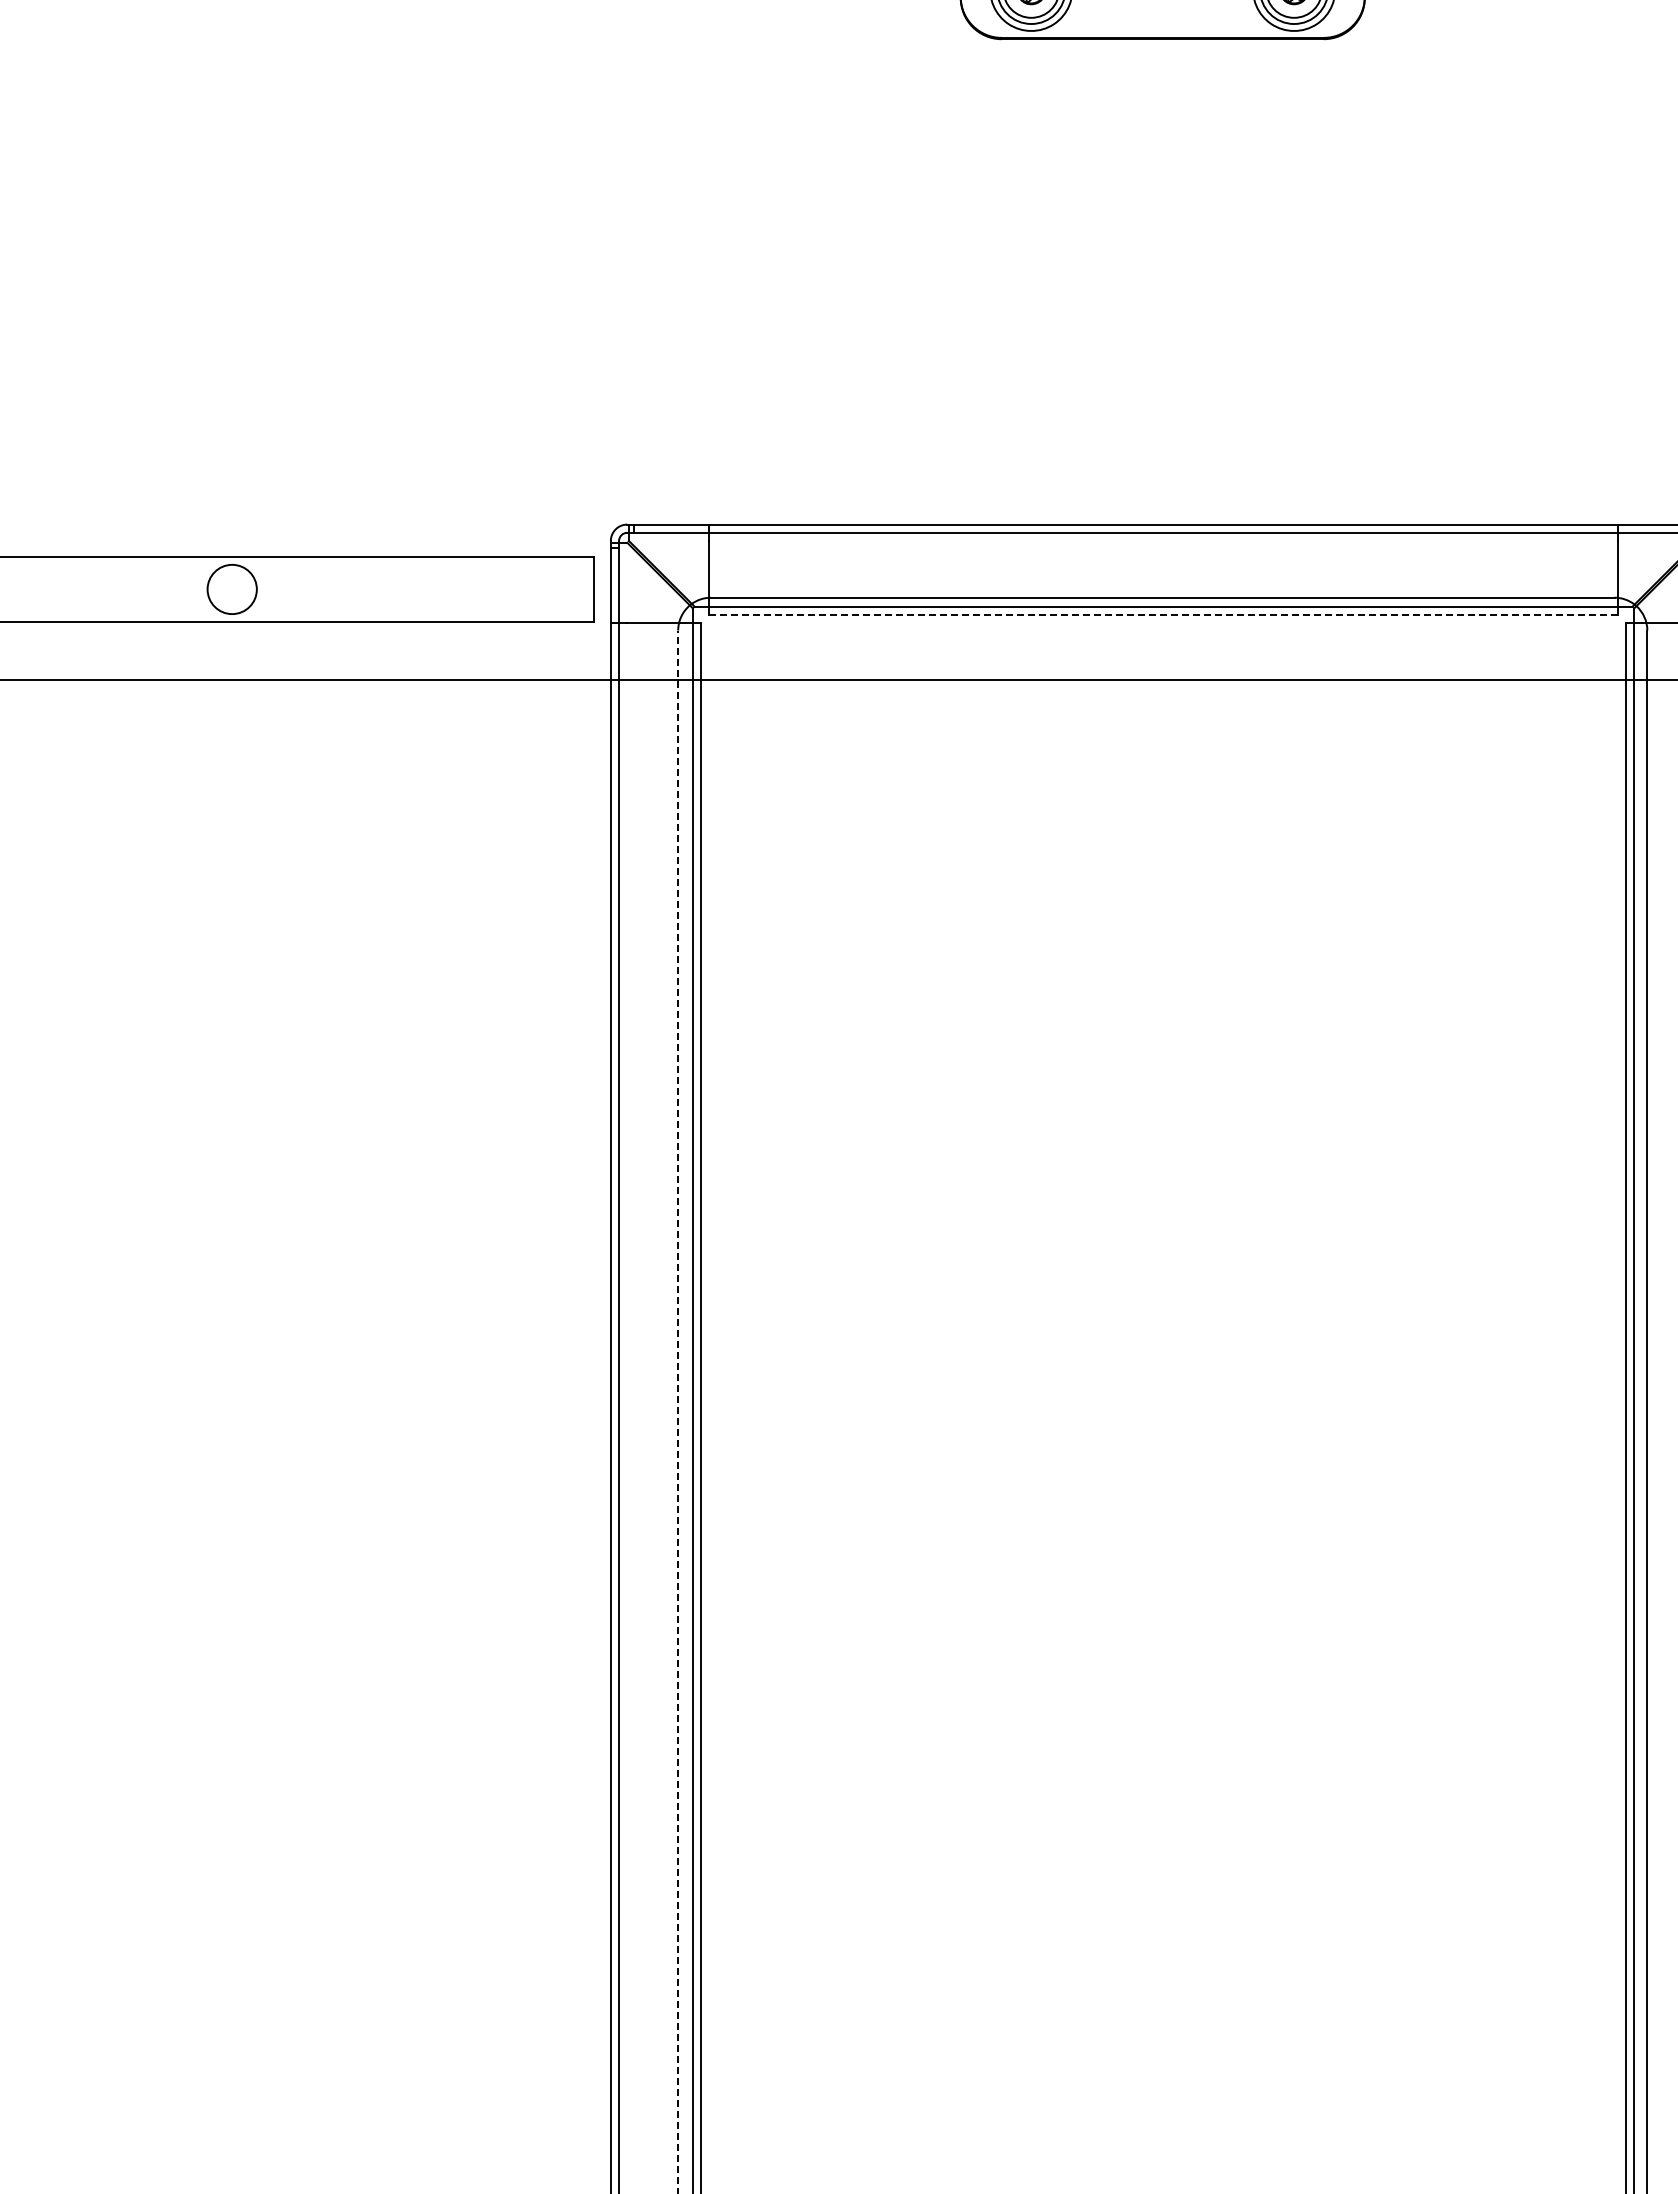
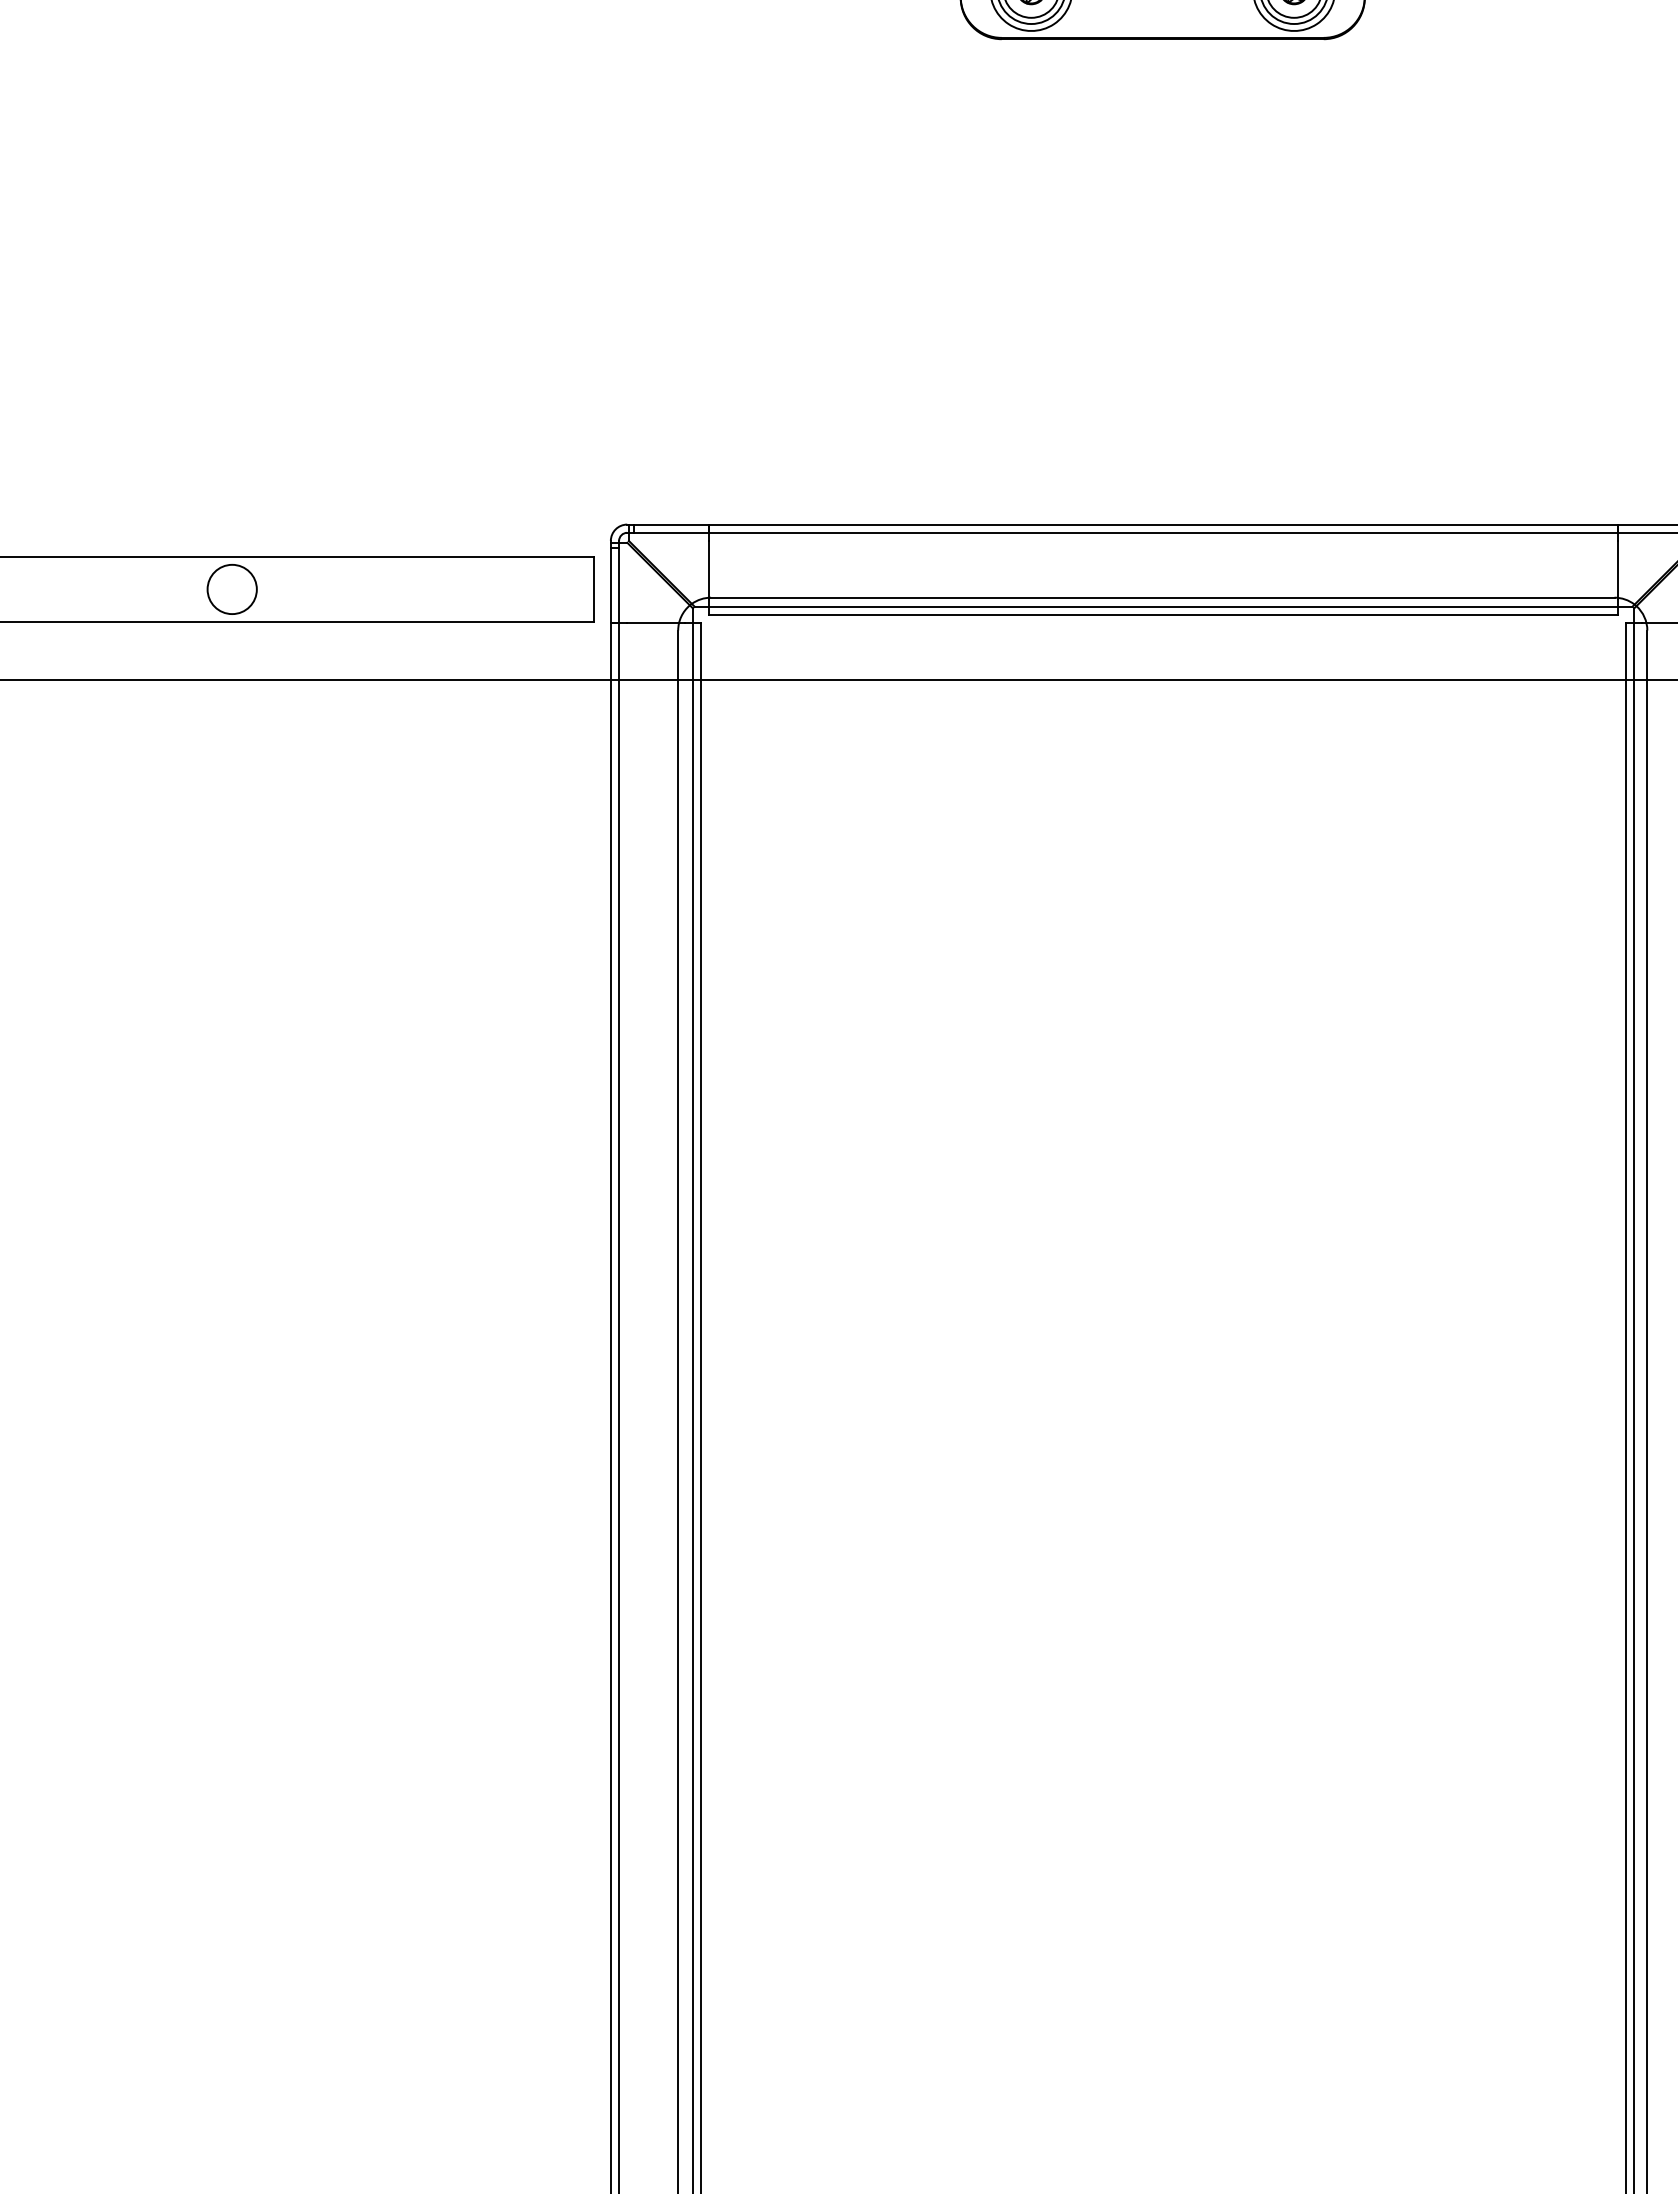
line at (1163, 614): dashed -> solid
line at (678, 1411): dashed -> solid
